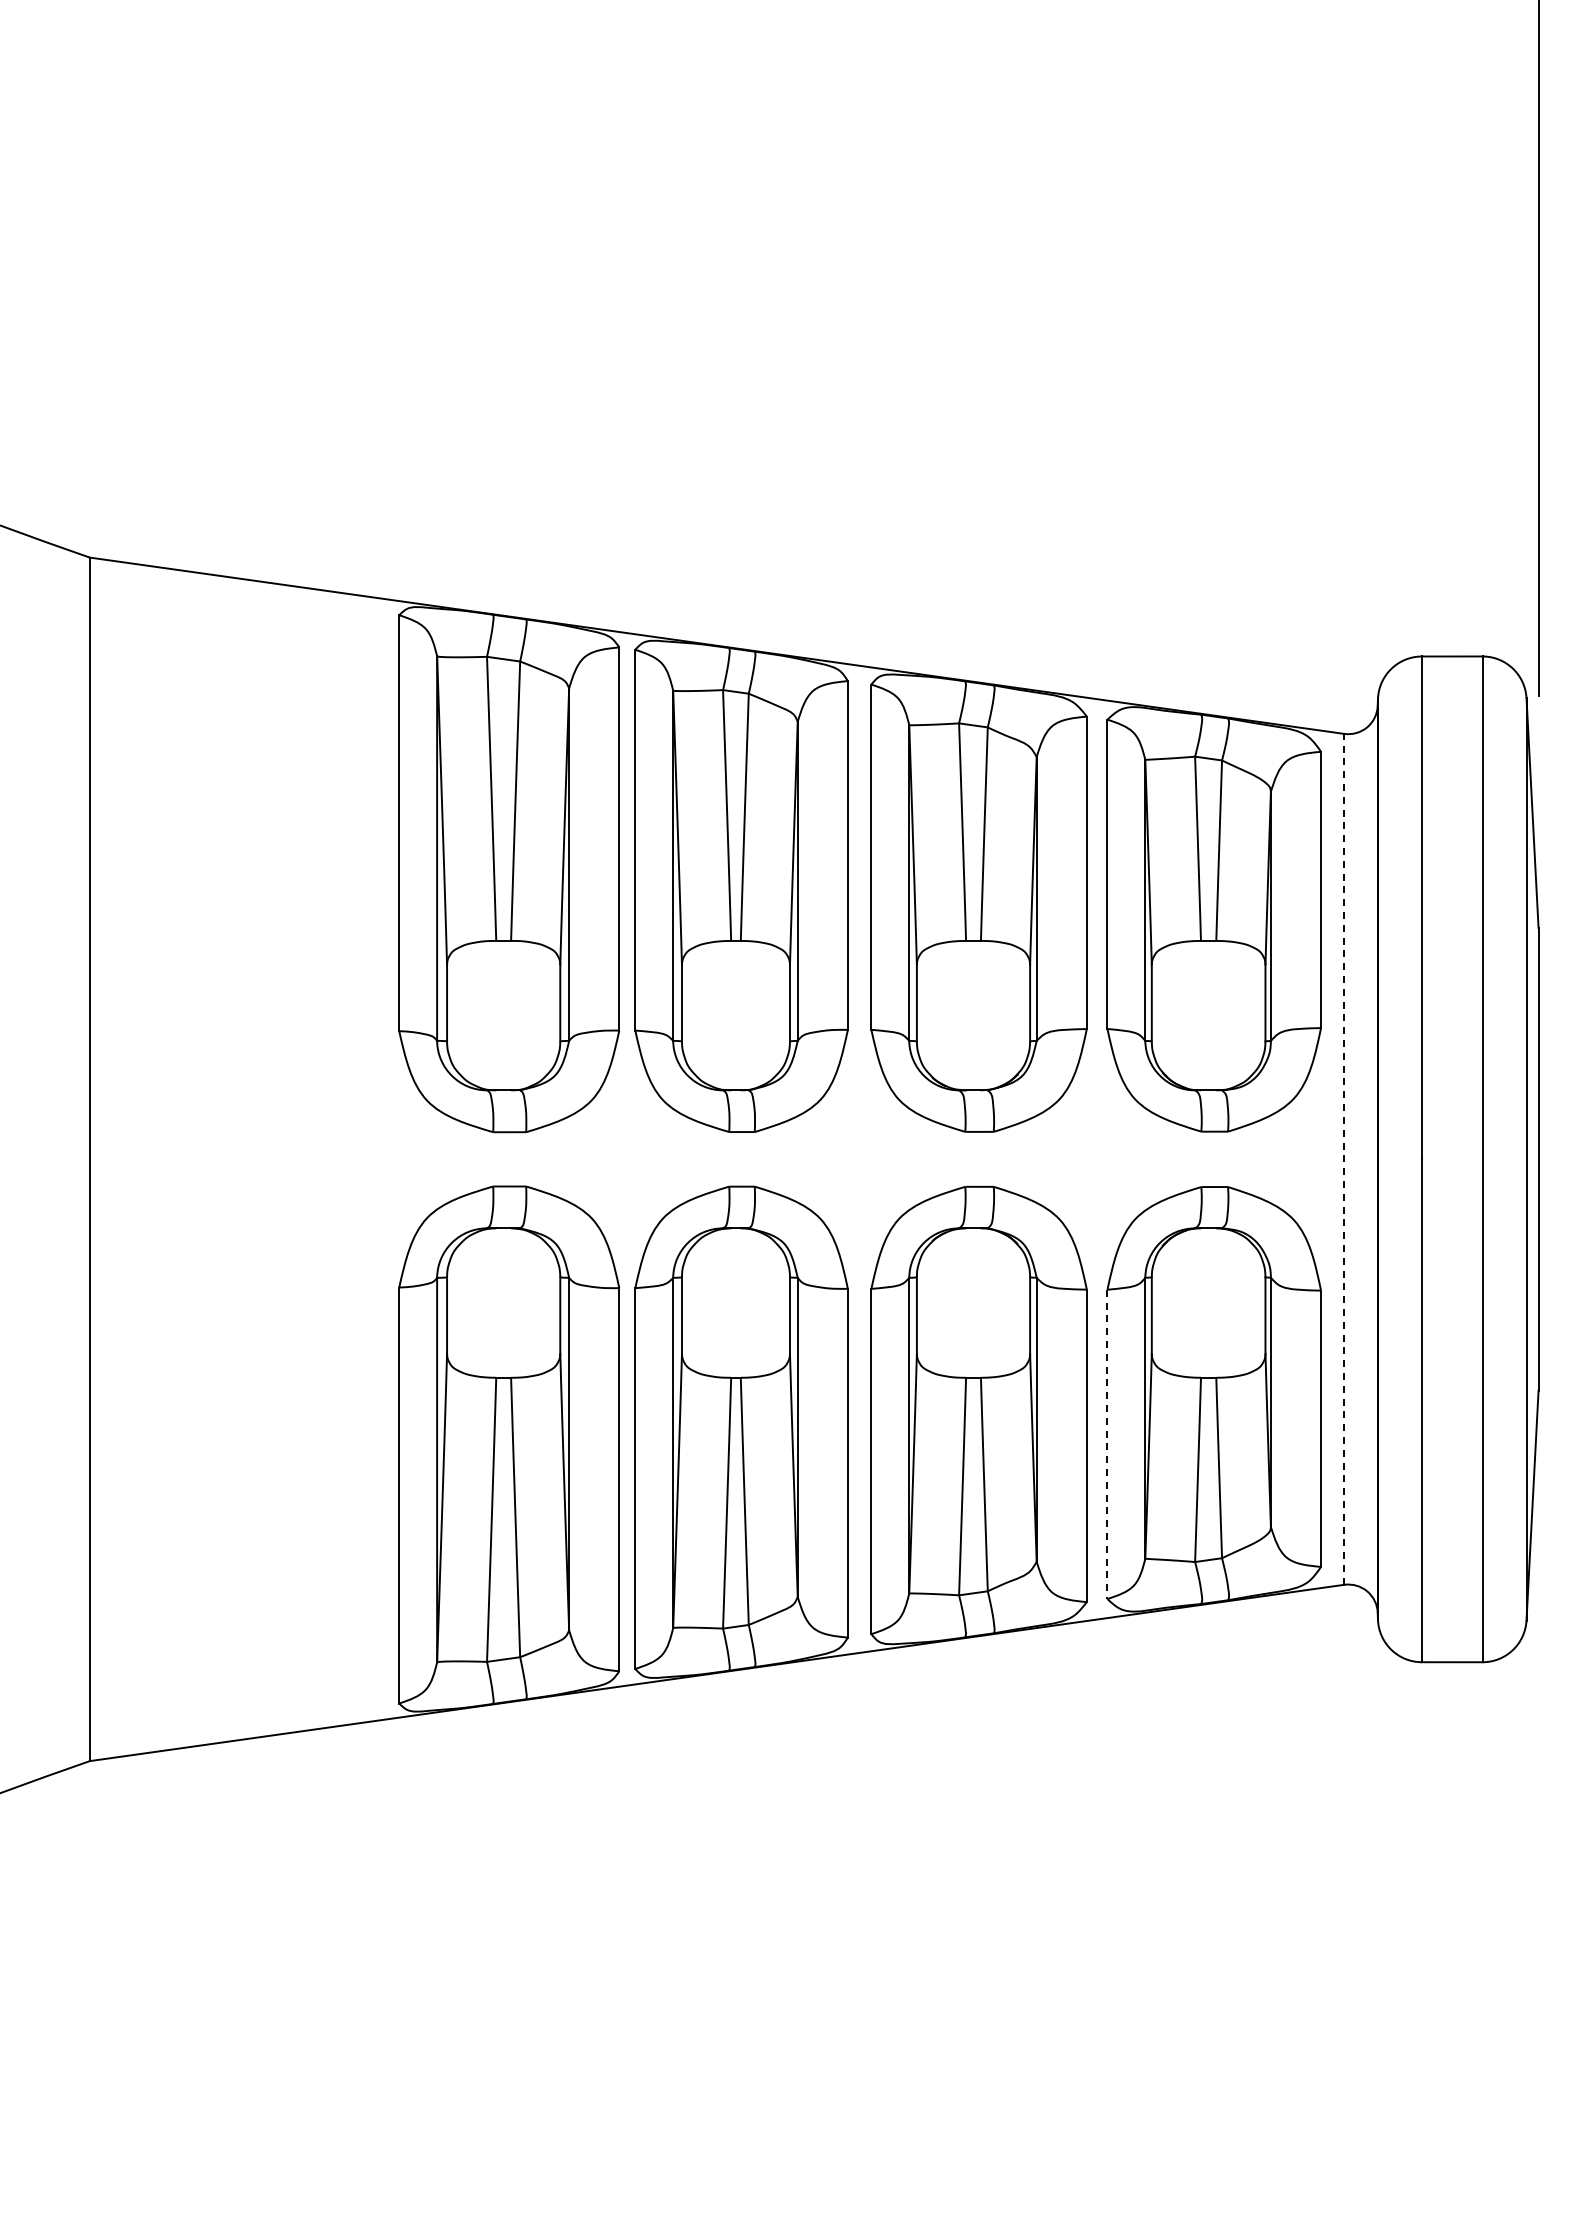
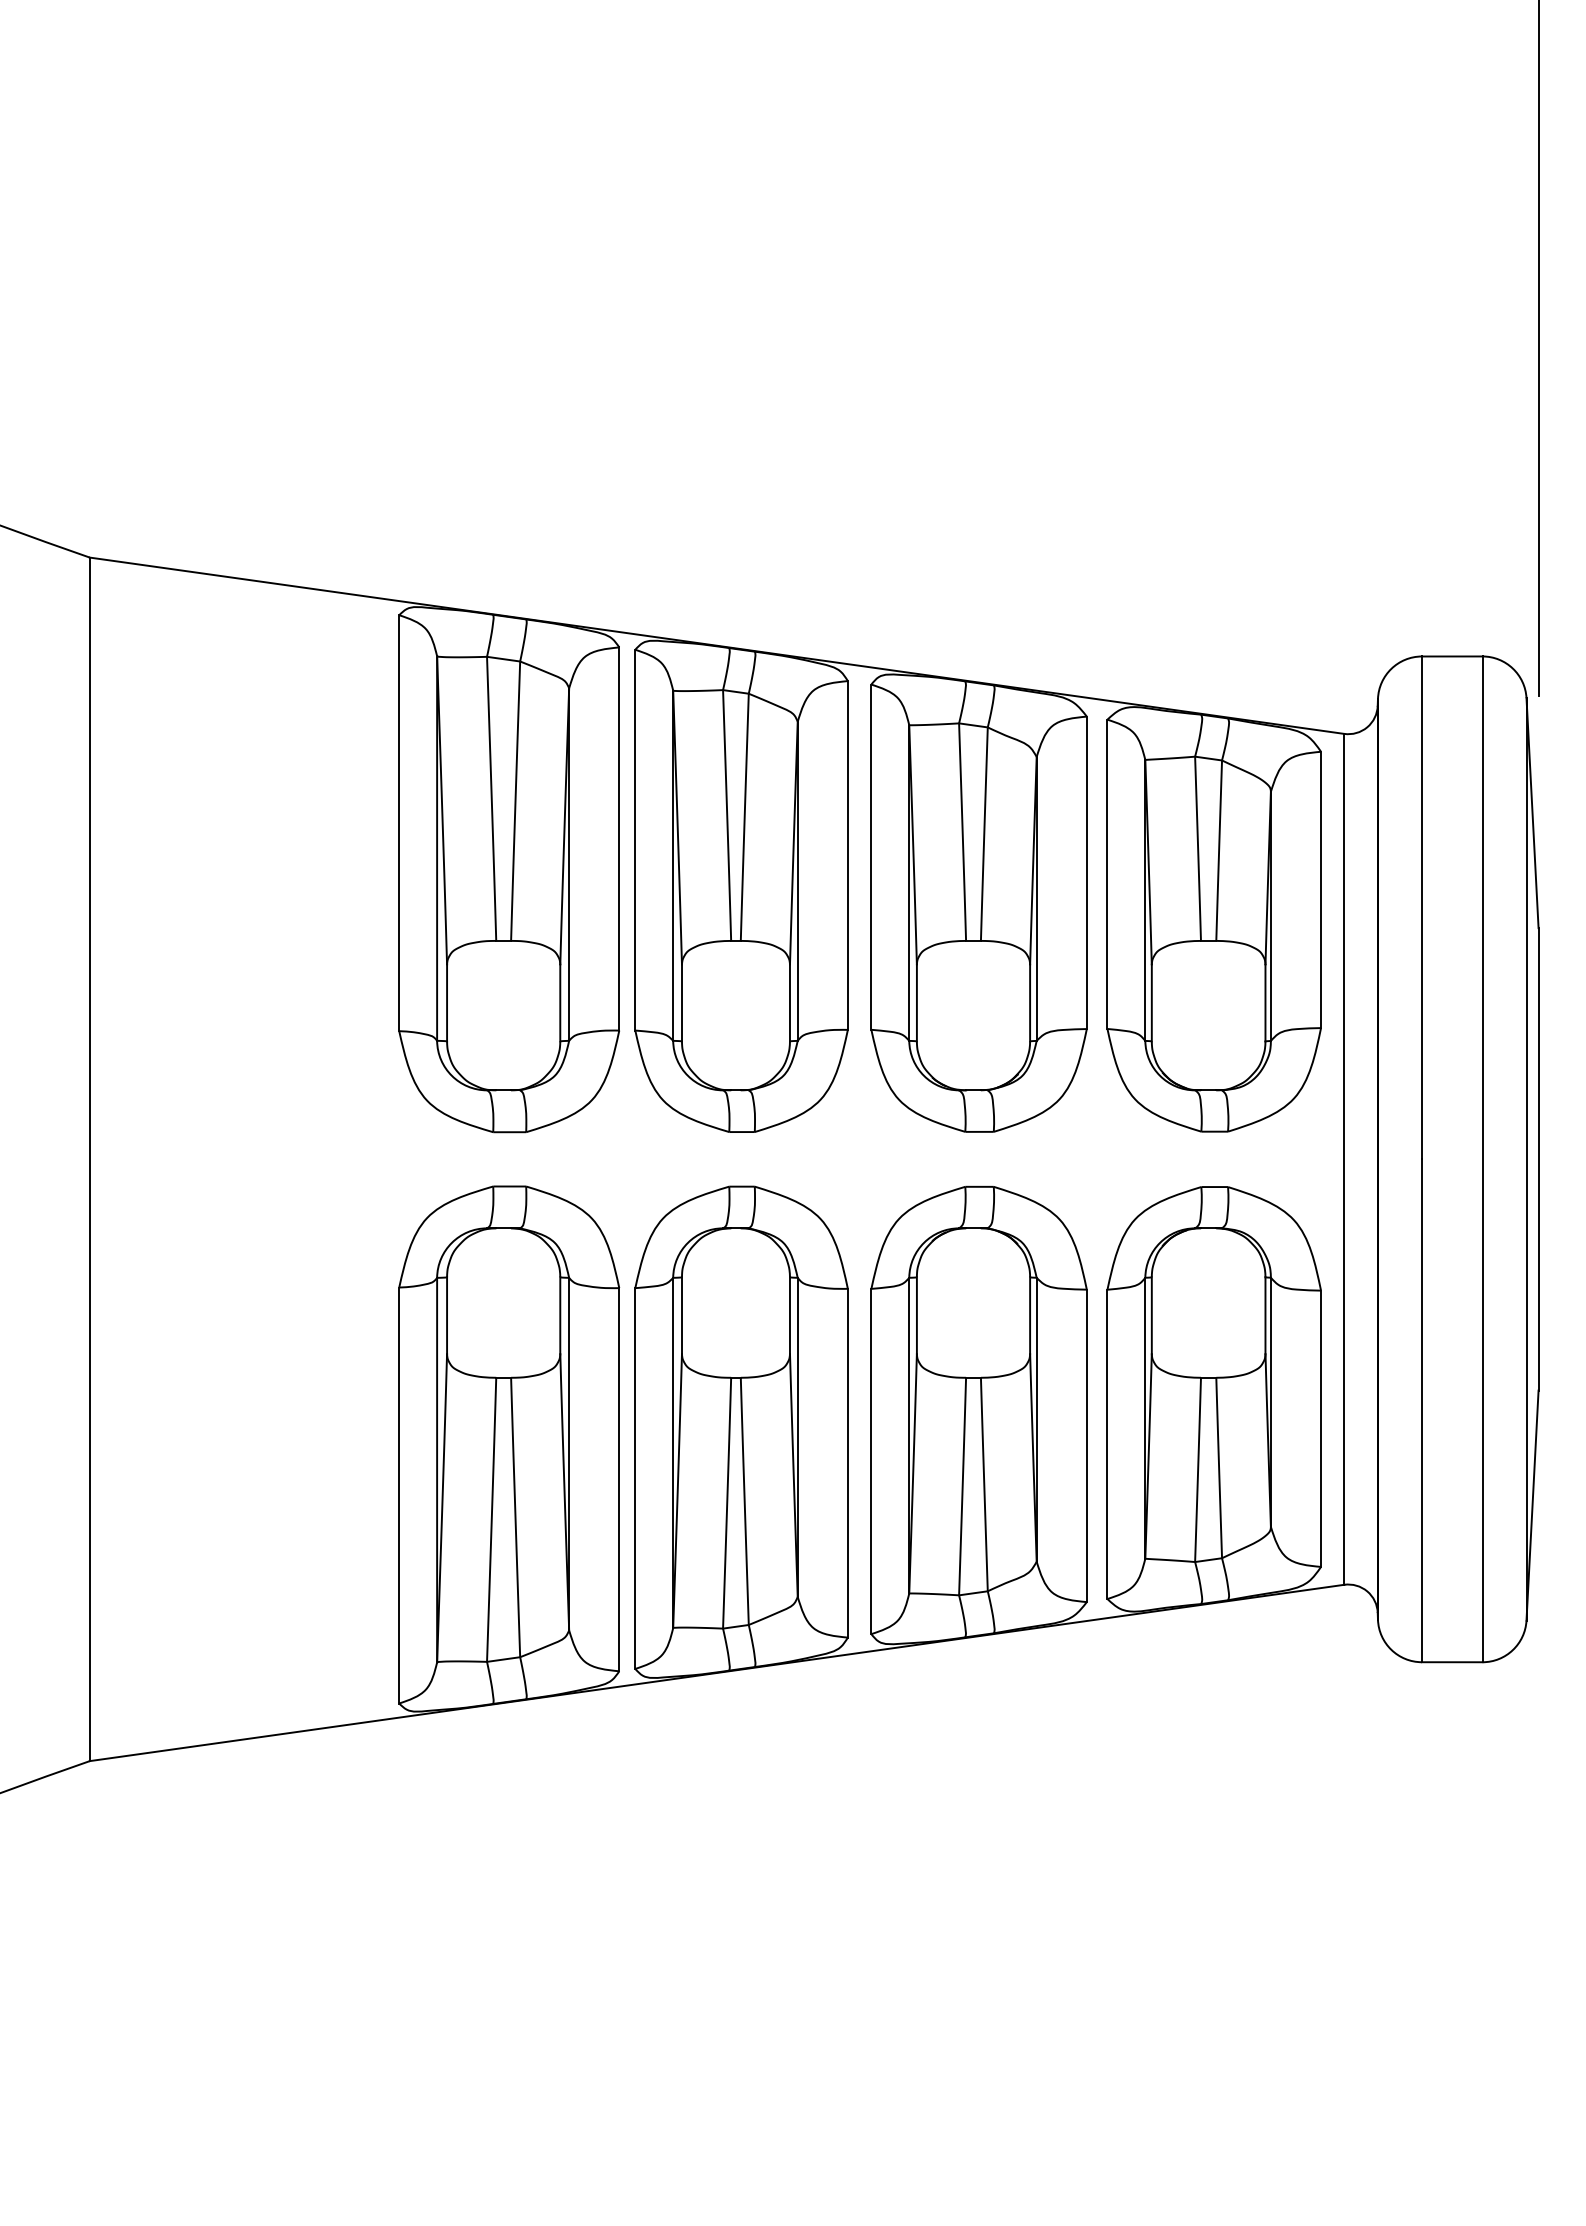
line at (1344, 1158): dashed -> solid
line at (1107, 1444): dashed -> solid
